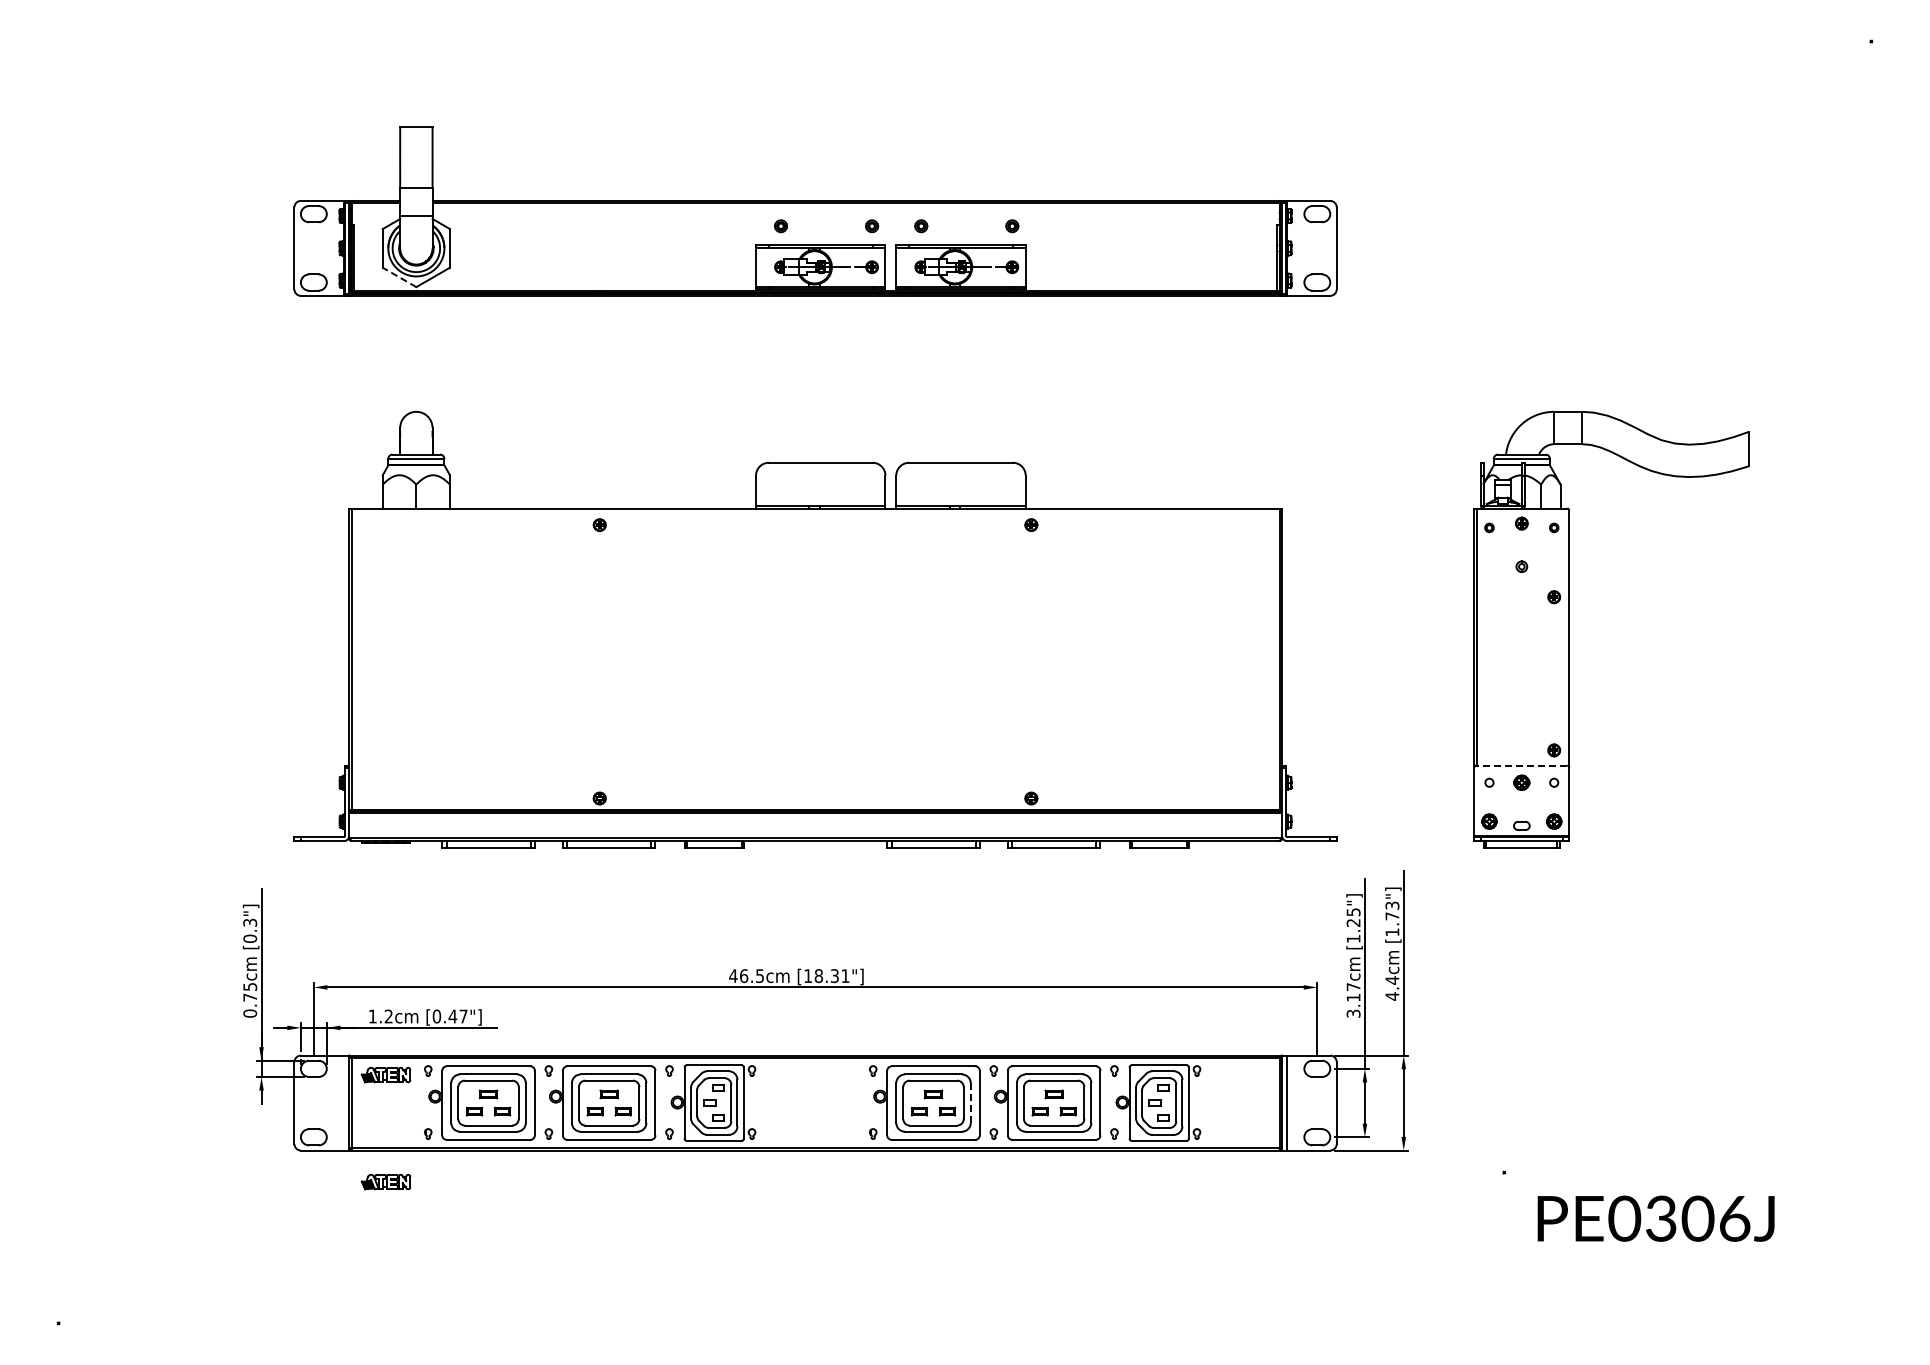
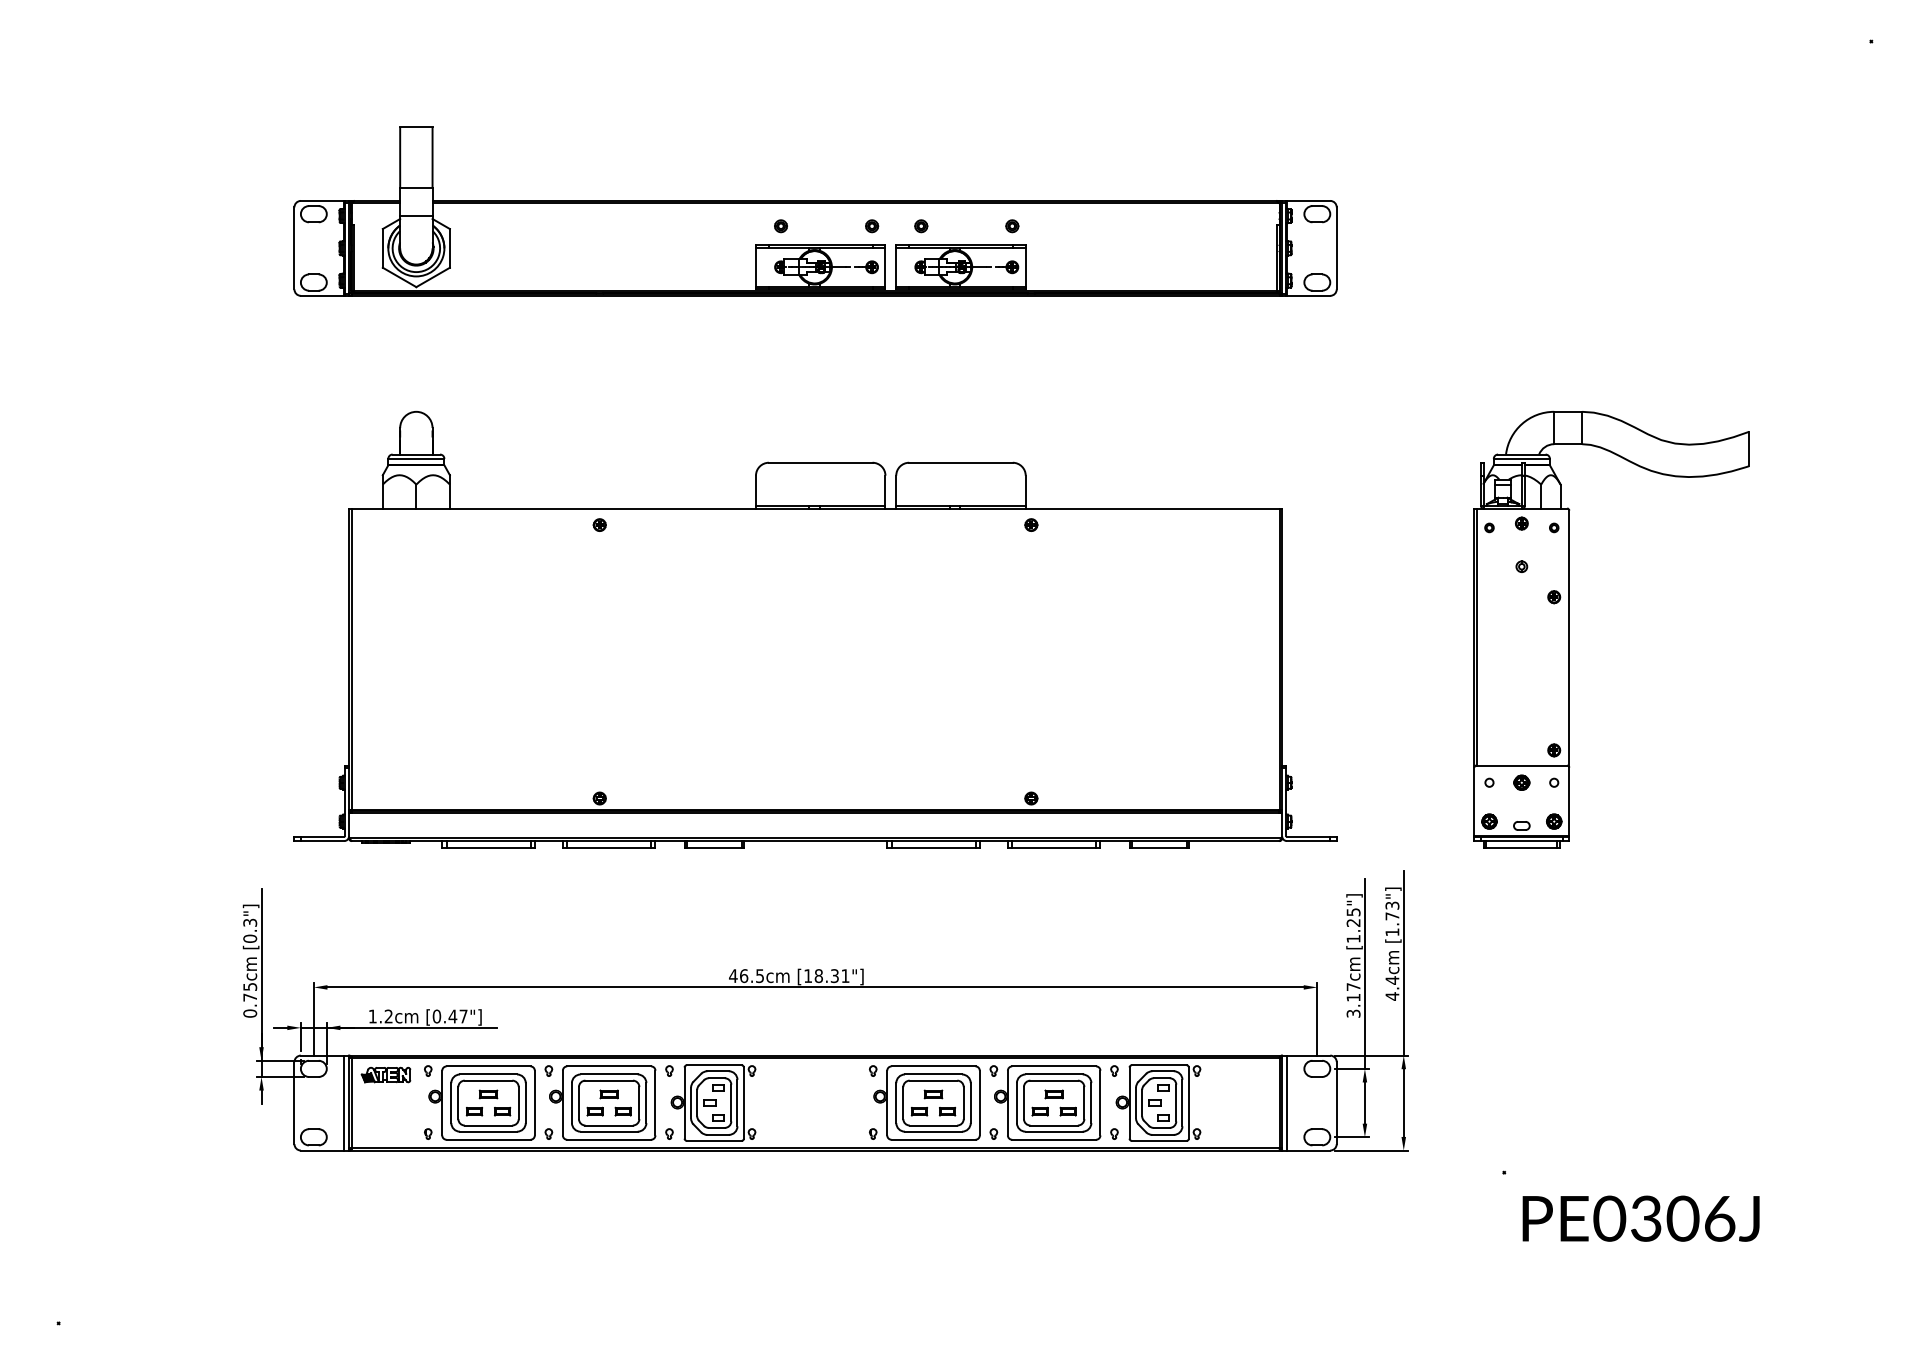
line at (399, 277): dashed -> solid
line at (1521, 765): dashed -> solid
line at (344, 1102): none -> present
line at (970, 1103): dashed -> solid
part at (385, 1181): present -> none
text at (1655, 1218) position: (1655, 1218) -> (1640, 1218)
